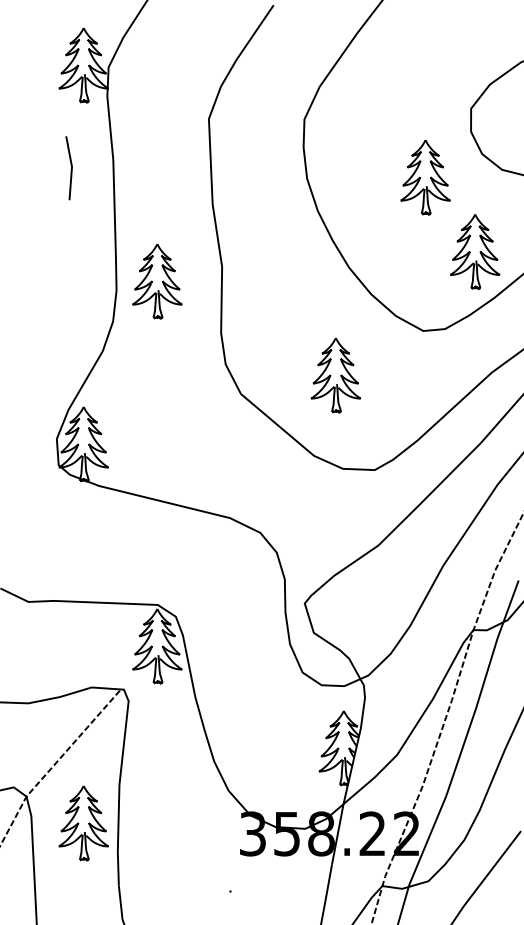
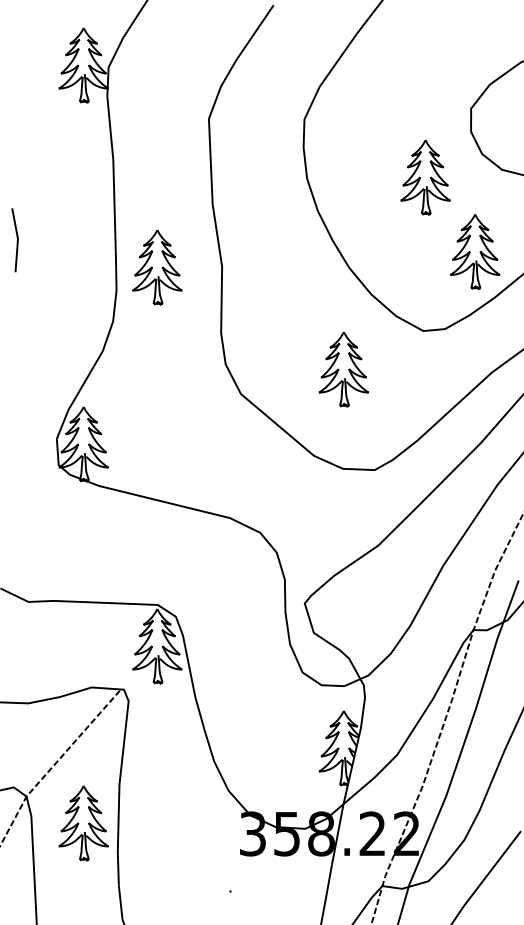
line at (70, 169) position: (70, 169) -> (16, 241)
part at (157, 281) position: (157, 281) -> (157, 267)
part at (335, 375) position: (335, 375) -> (343, 369)
